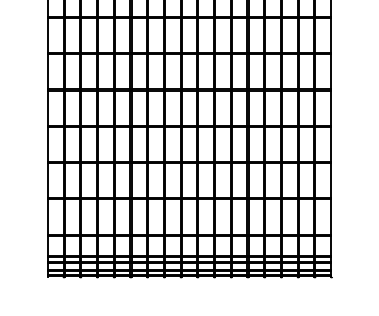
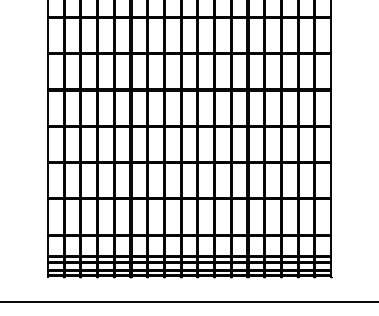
line at (188, 301): none -> present
